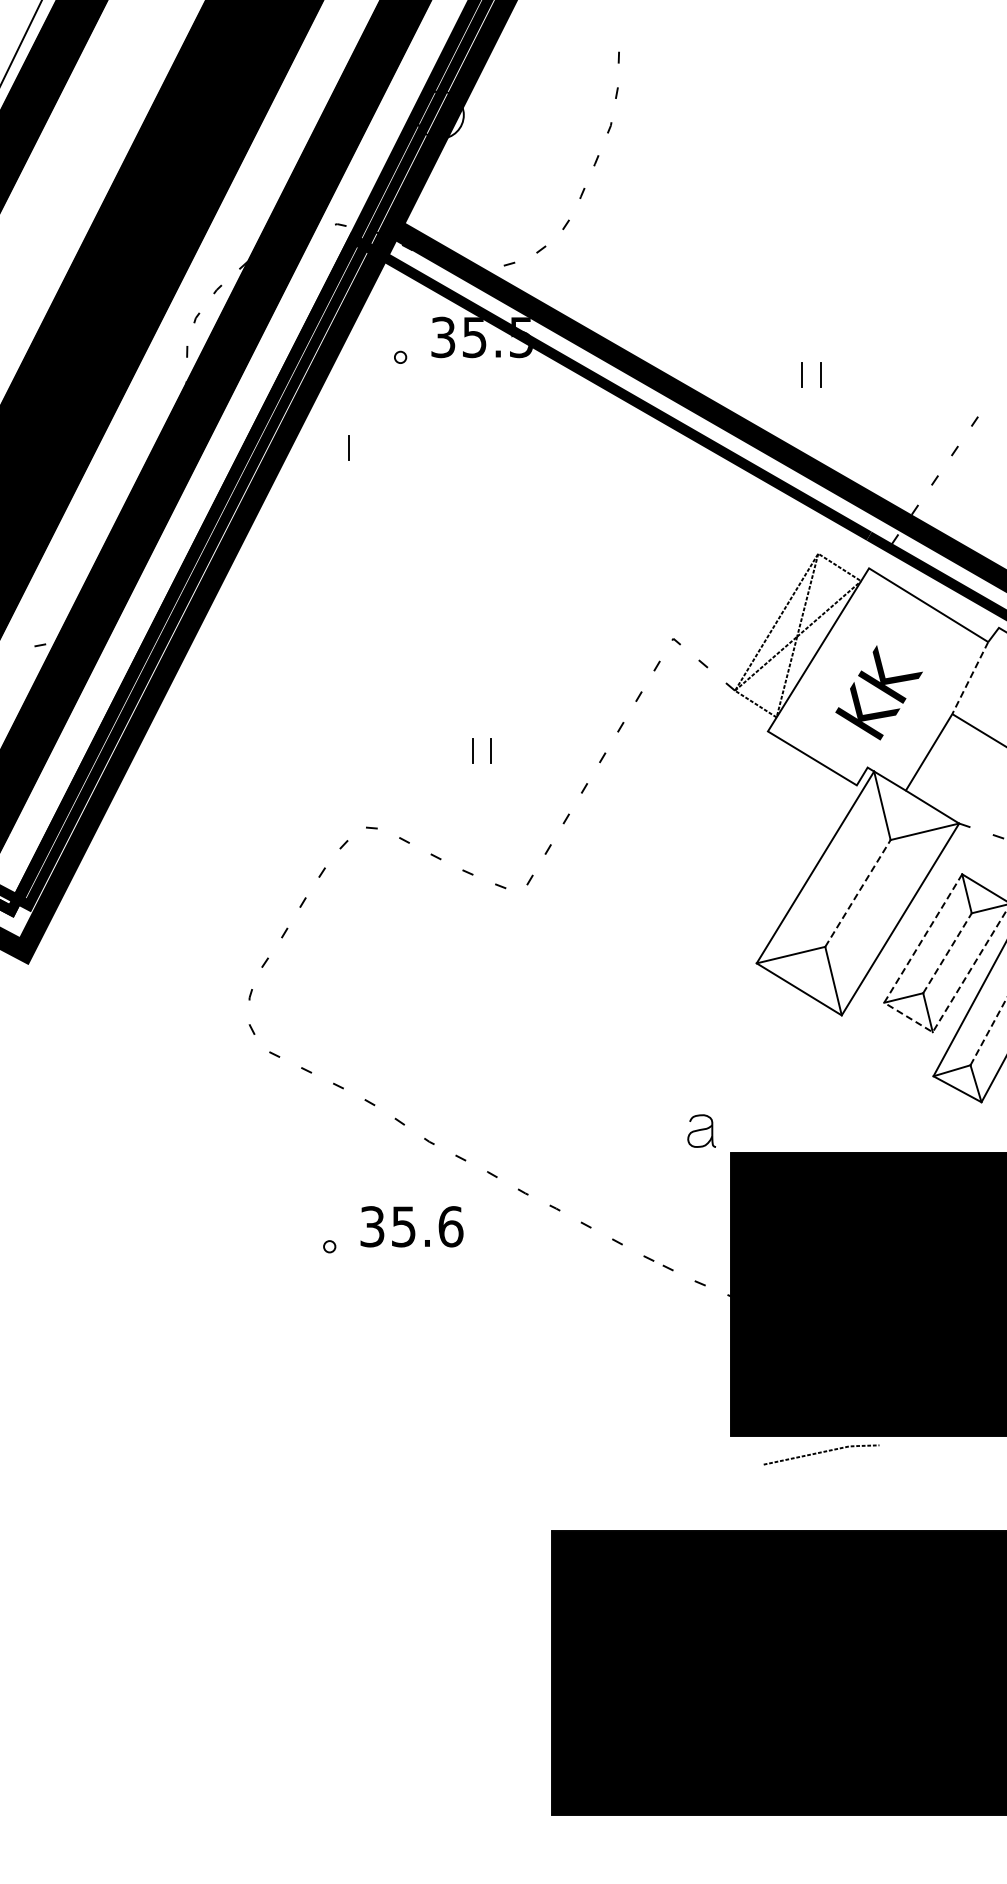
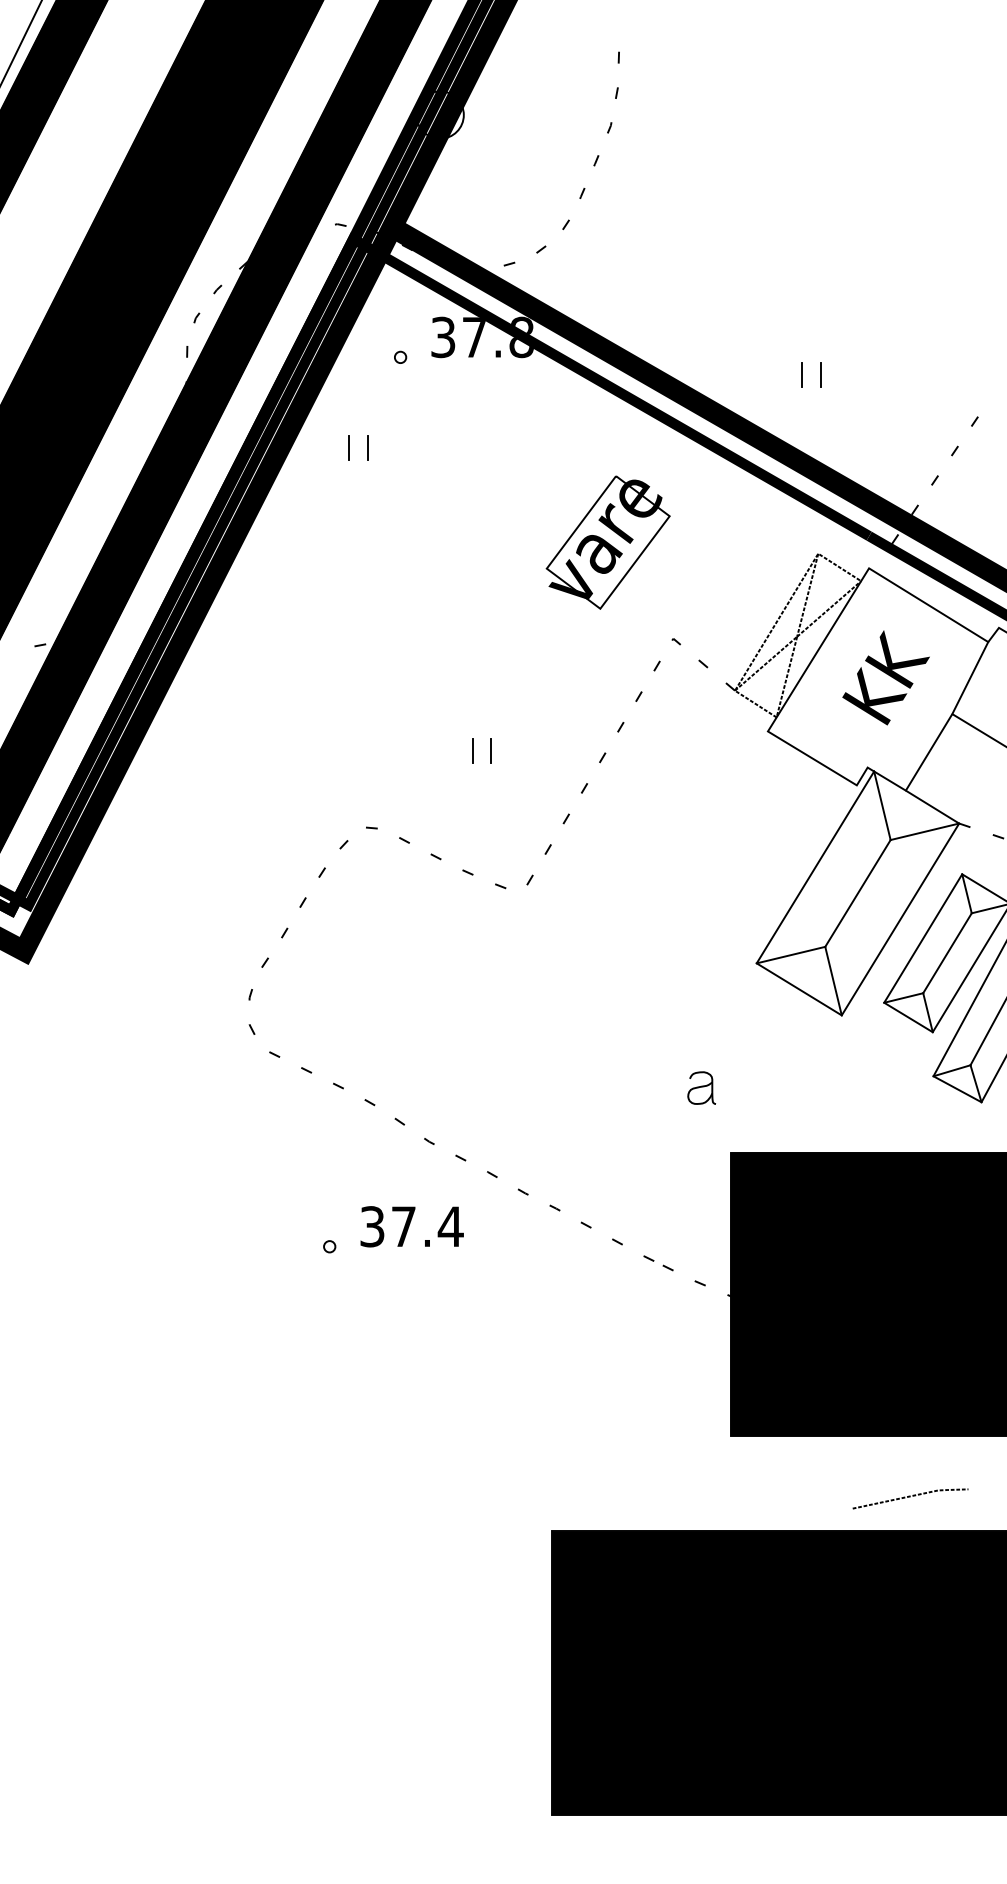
text at (498, 337): 35.5 -> 37.8
line at (367, 447): none -> present
part at (607, 542): none -> present
line at (970, 678): dashed -> solid
text at (878, 692) position: (878, 692) -> (885, 677)
line at (857, 893): dashed -> solid
line at (947, 953): dashed -> solid
line at (905, 1015): dashed -> solid
line at (988, 1031): dashed -> solid
part at (701, 1130) position: (701, 1130) -> (701, 1087)
text at (427, 1226): 35.6 -> 37.4
line at (821, 1453) position: (821, 1453) -> (910, 1497)
